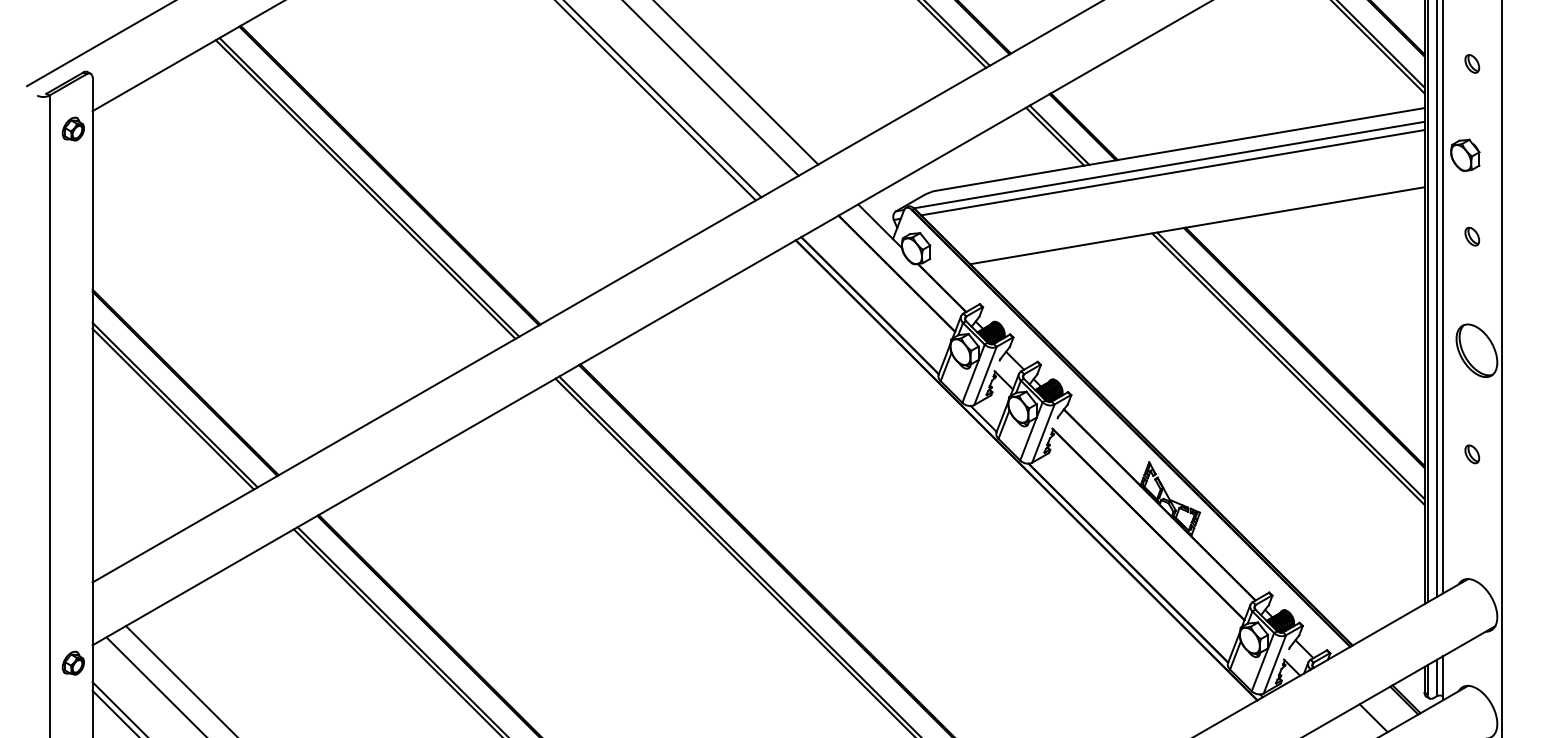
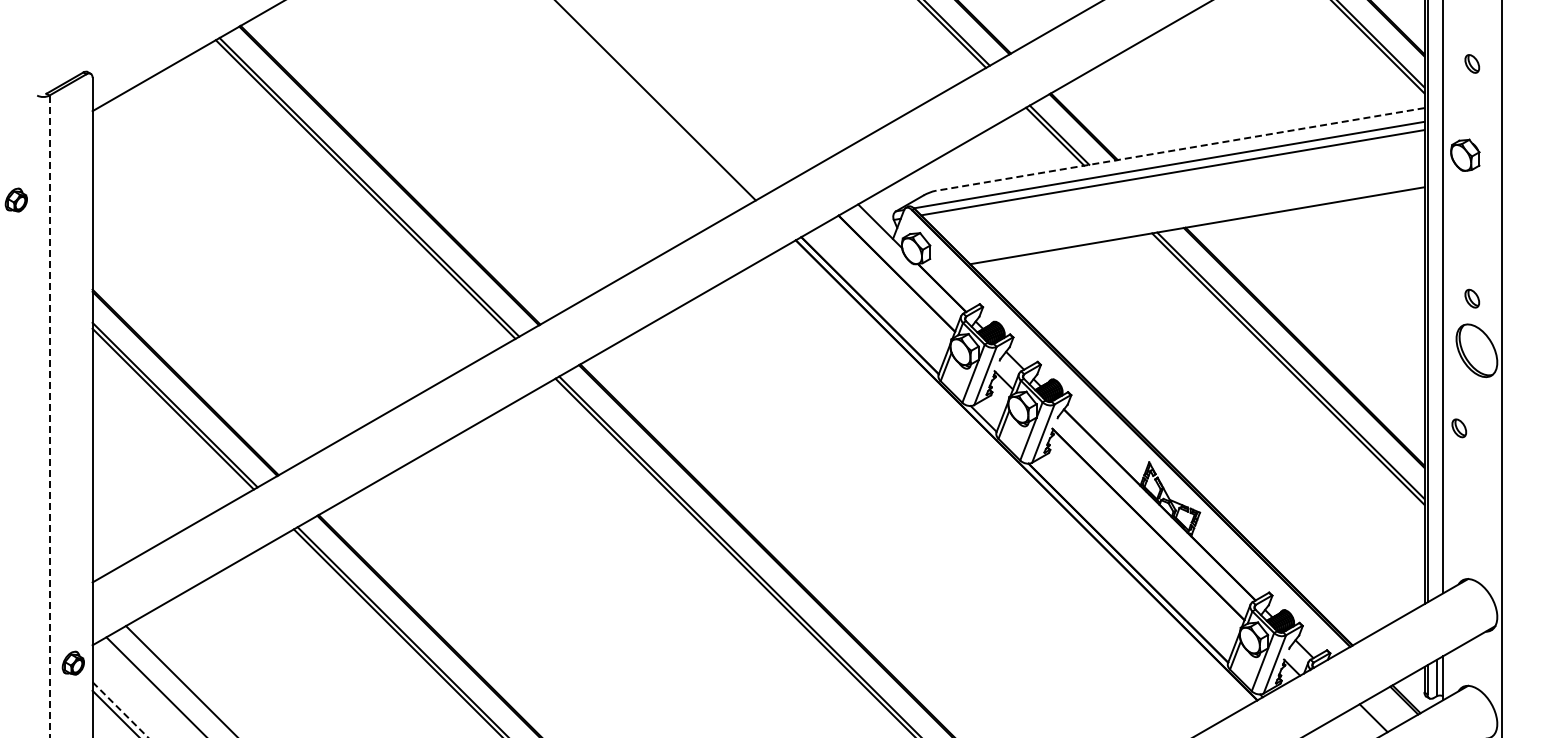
line at (99, 44): present -> none
line at (736, 83): present -> none
line at (711, 88): present -> none
line at (663, 99): present -> none
part at (72, 128) position: (72, 128) -> (15, 199)
line at (1179, 149): solid -> dashed
part at (1472, 236) position: (1472, 236) -> (1472, 298)
line at (1436, 299): present -> none
line at (49, 416): solid -> dashed
part at (1472, 454) position: (1472, 454) -> (1459, 428)
line at (120, 710): solid -> dashed
